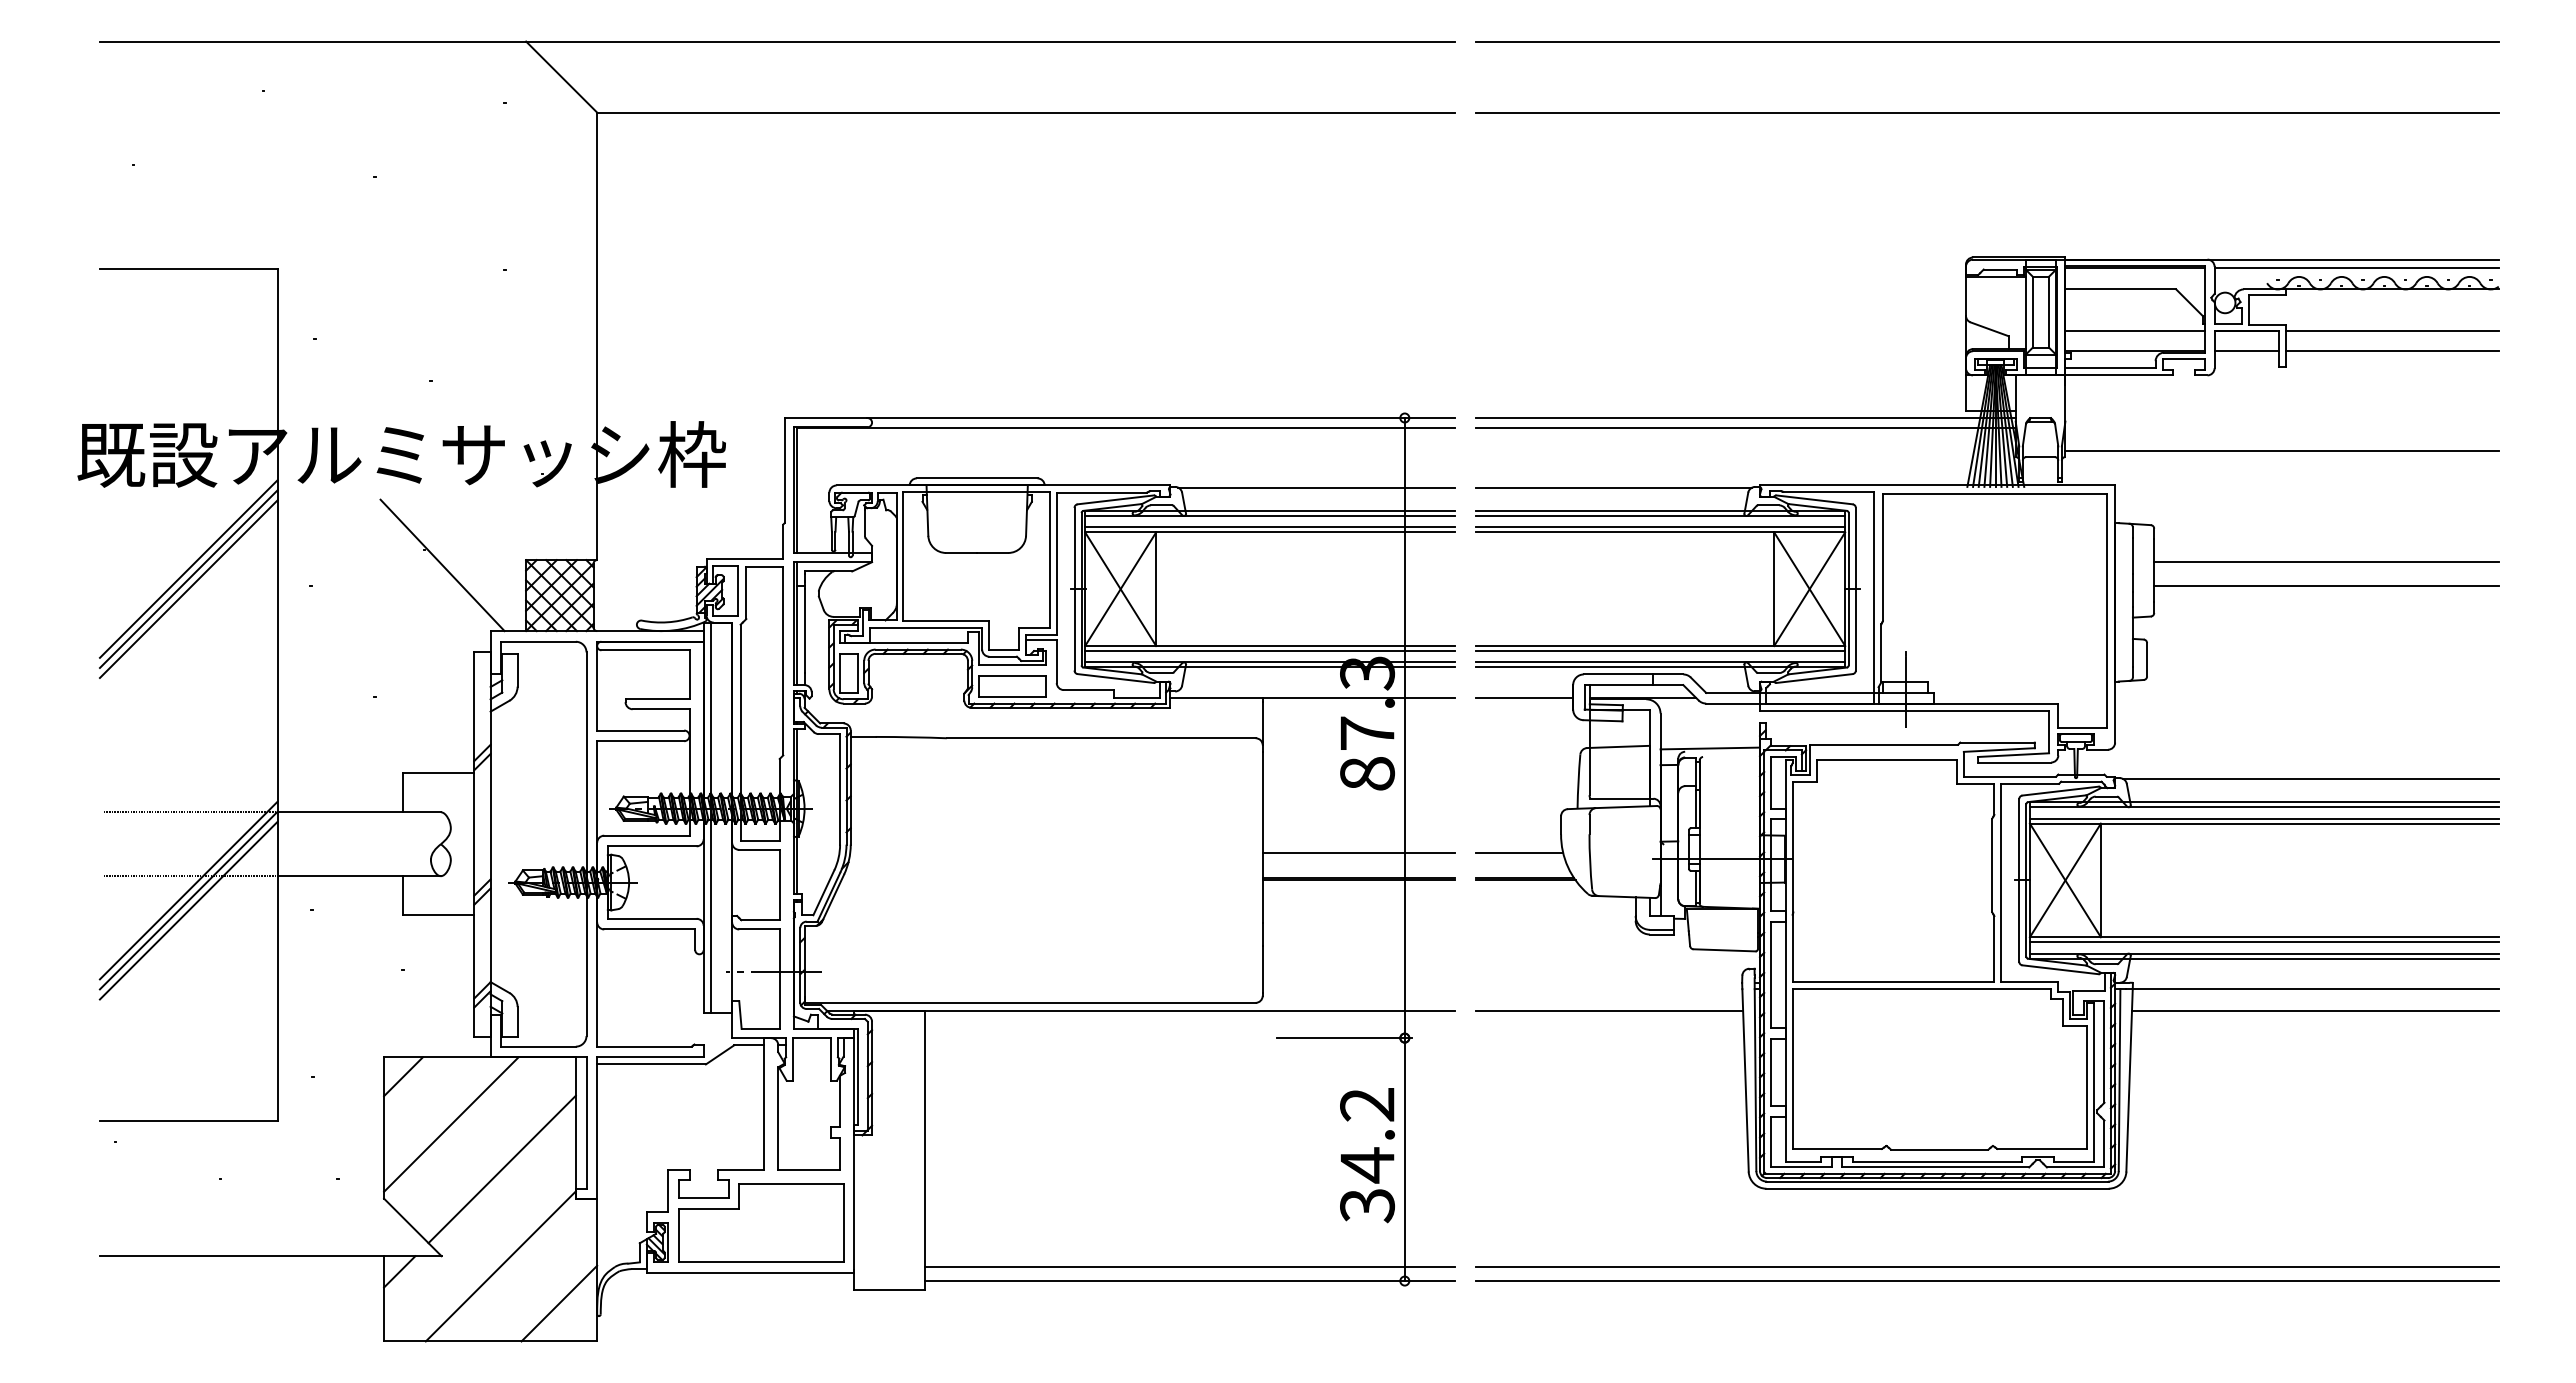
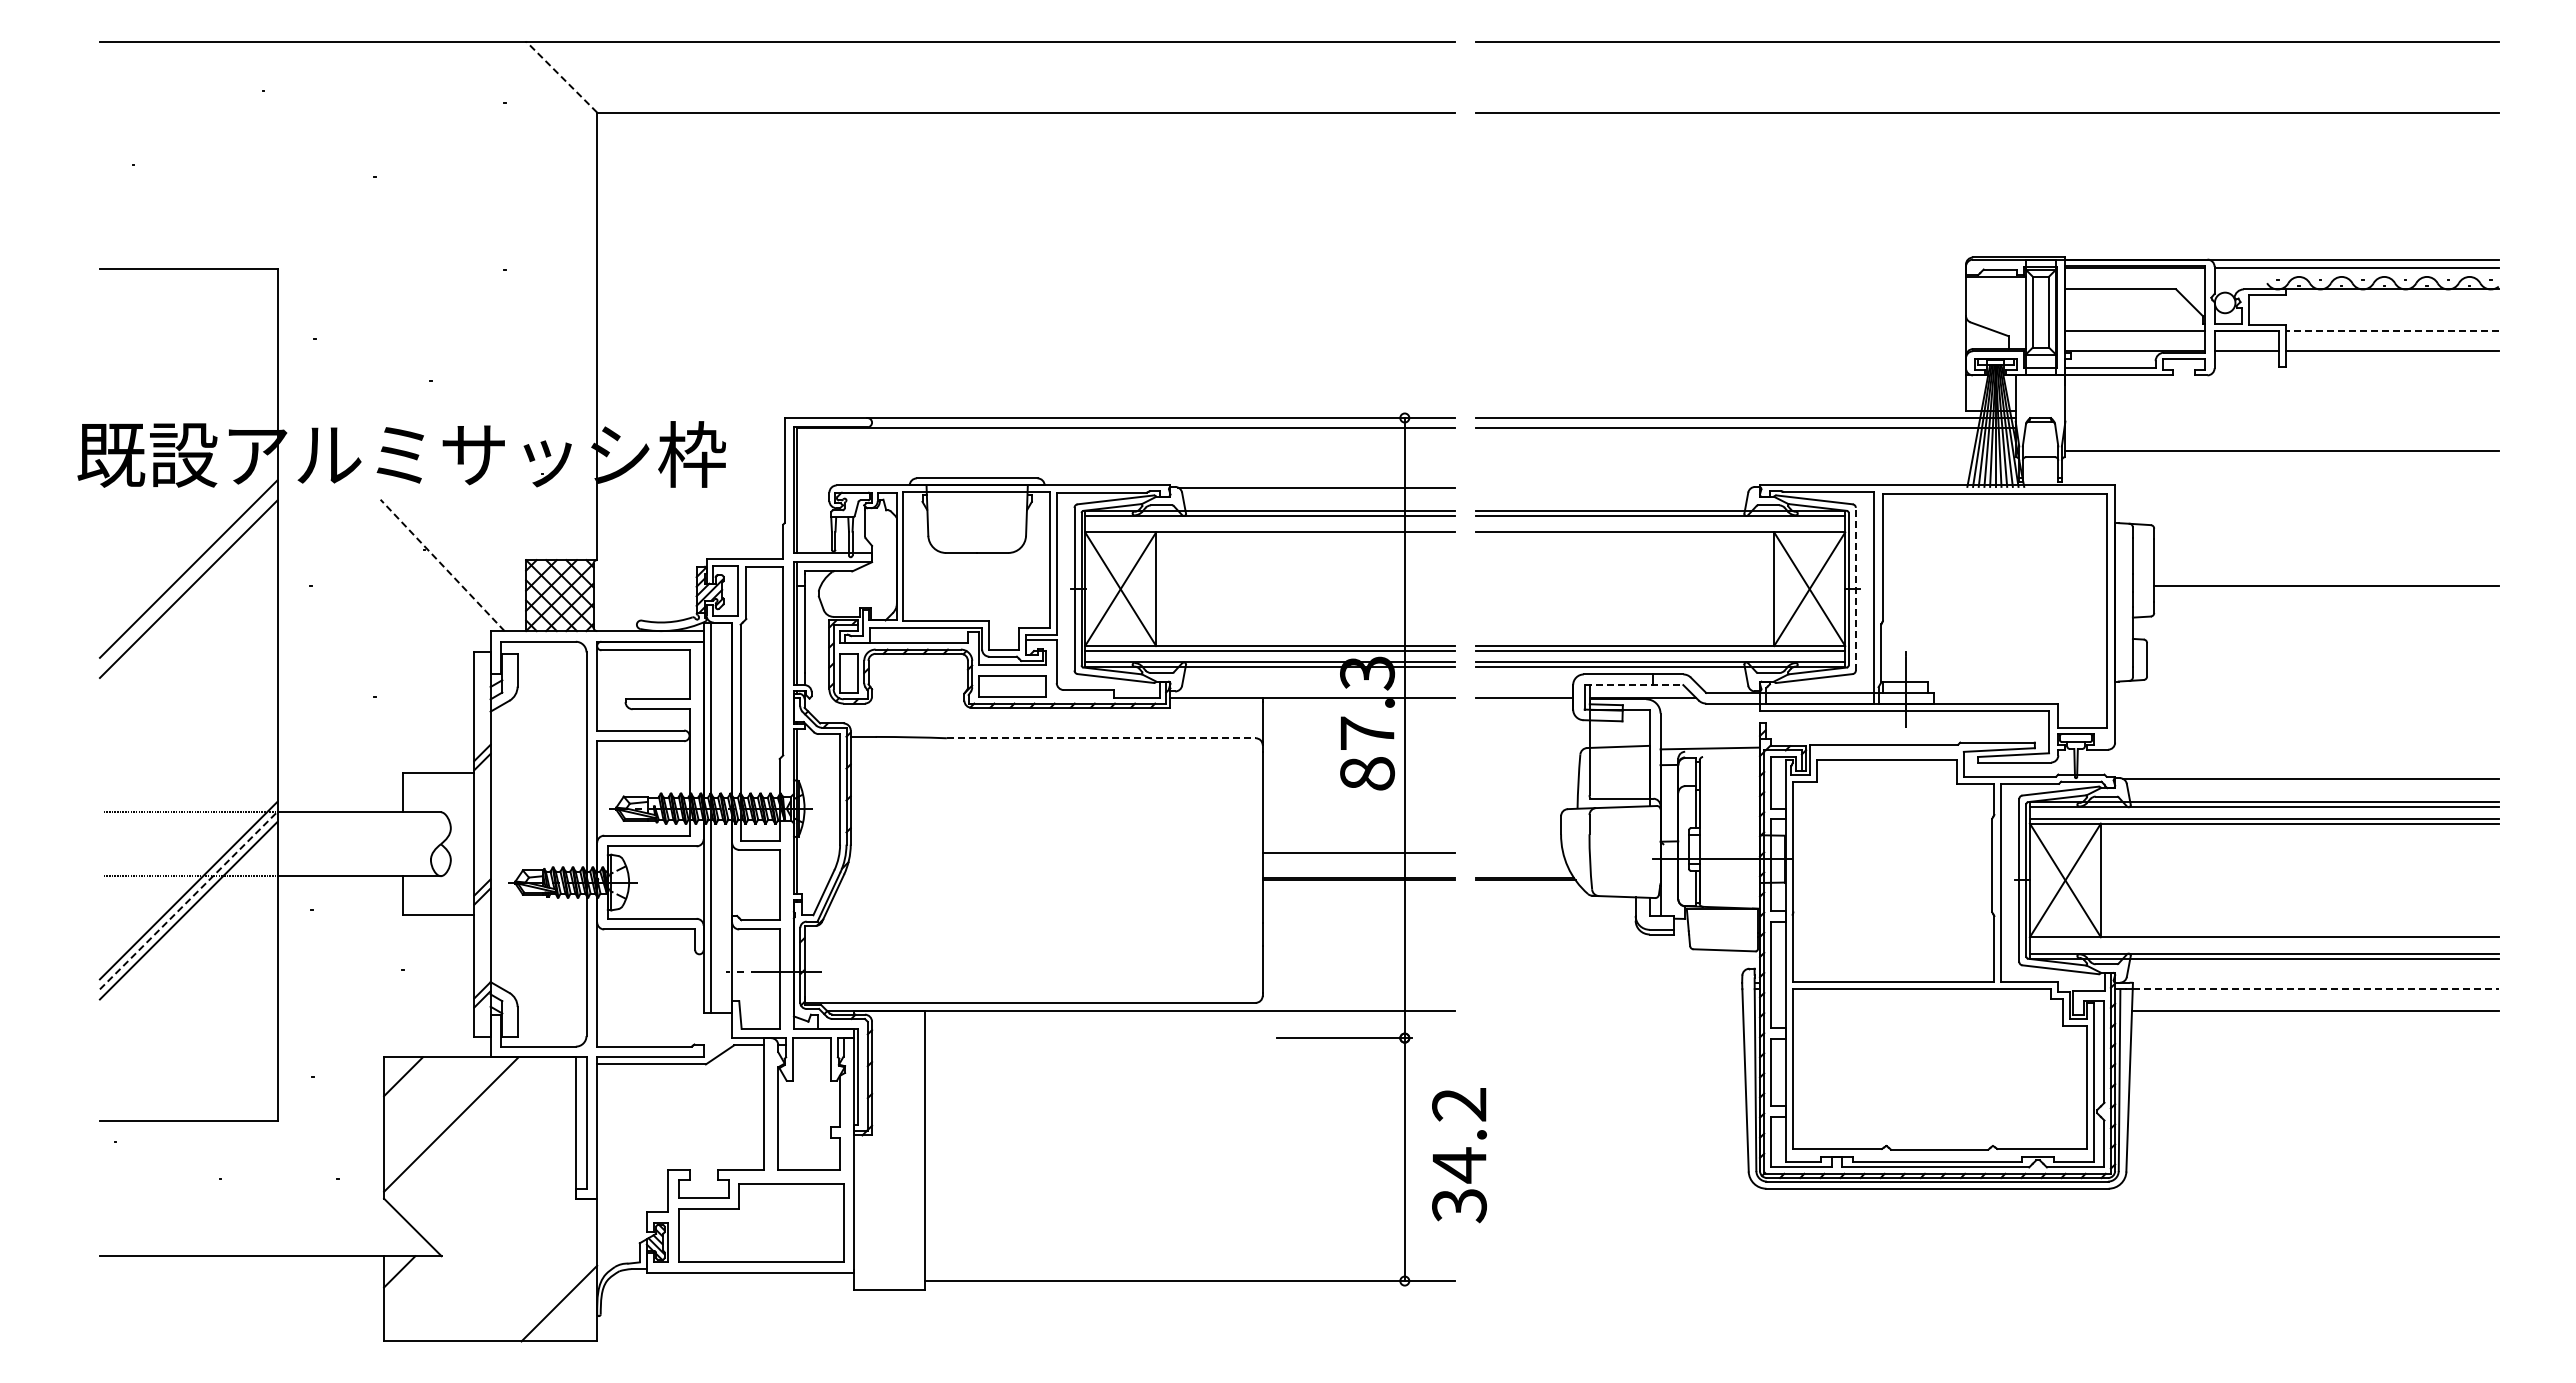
line at (561, 76): solid -> dashed
line at (2392, 331): solid -> dashed
line at (1613, 487): present -> none
line at (1269, 527): present -> none
line at (1660, 527): present -> none
line at (2326, 562): present -> none
line at (442, 565): solid -> dashed
line at (188, 578): present -> none
line at (1855, 588): solid -> dashed
line at (1634, 685): solid -> dashed
line at (1101, 738): solid -> dashed
line at (1519, 853): present -> none
line at (188, 900): solid -> dashed
line at (2263, 942): present -> none
line at (2315, 989): solid -> dashed
line at (1609, 1011): present -> none
text at (1367, 1155) position: (1367, 1155) -> (1459, 1155)
line at (501, 1169): present -> none
line at (500, 1266): present -> none
line at (1189, 1266): present -> none
line at (1987, 1266): present -> none
line at (1987, 1280): present -> none
